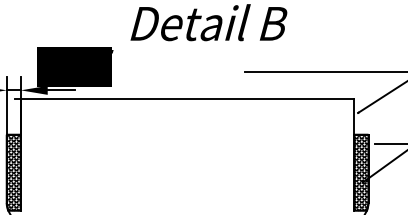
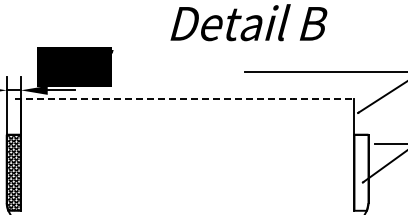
text at (208, 22) position: (208, 22) -> (248, 22)
line at (184, 99): solid -> dashed
hatch at (361, 172): present -> none
